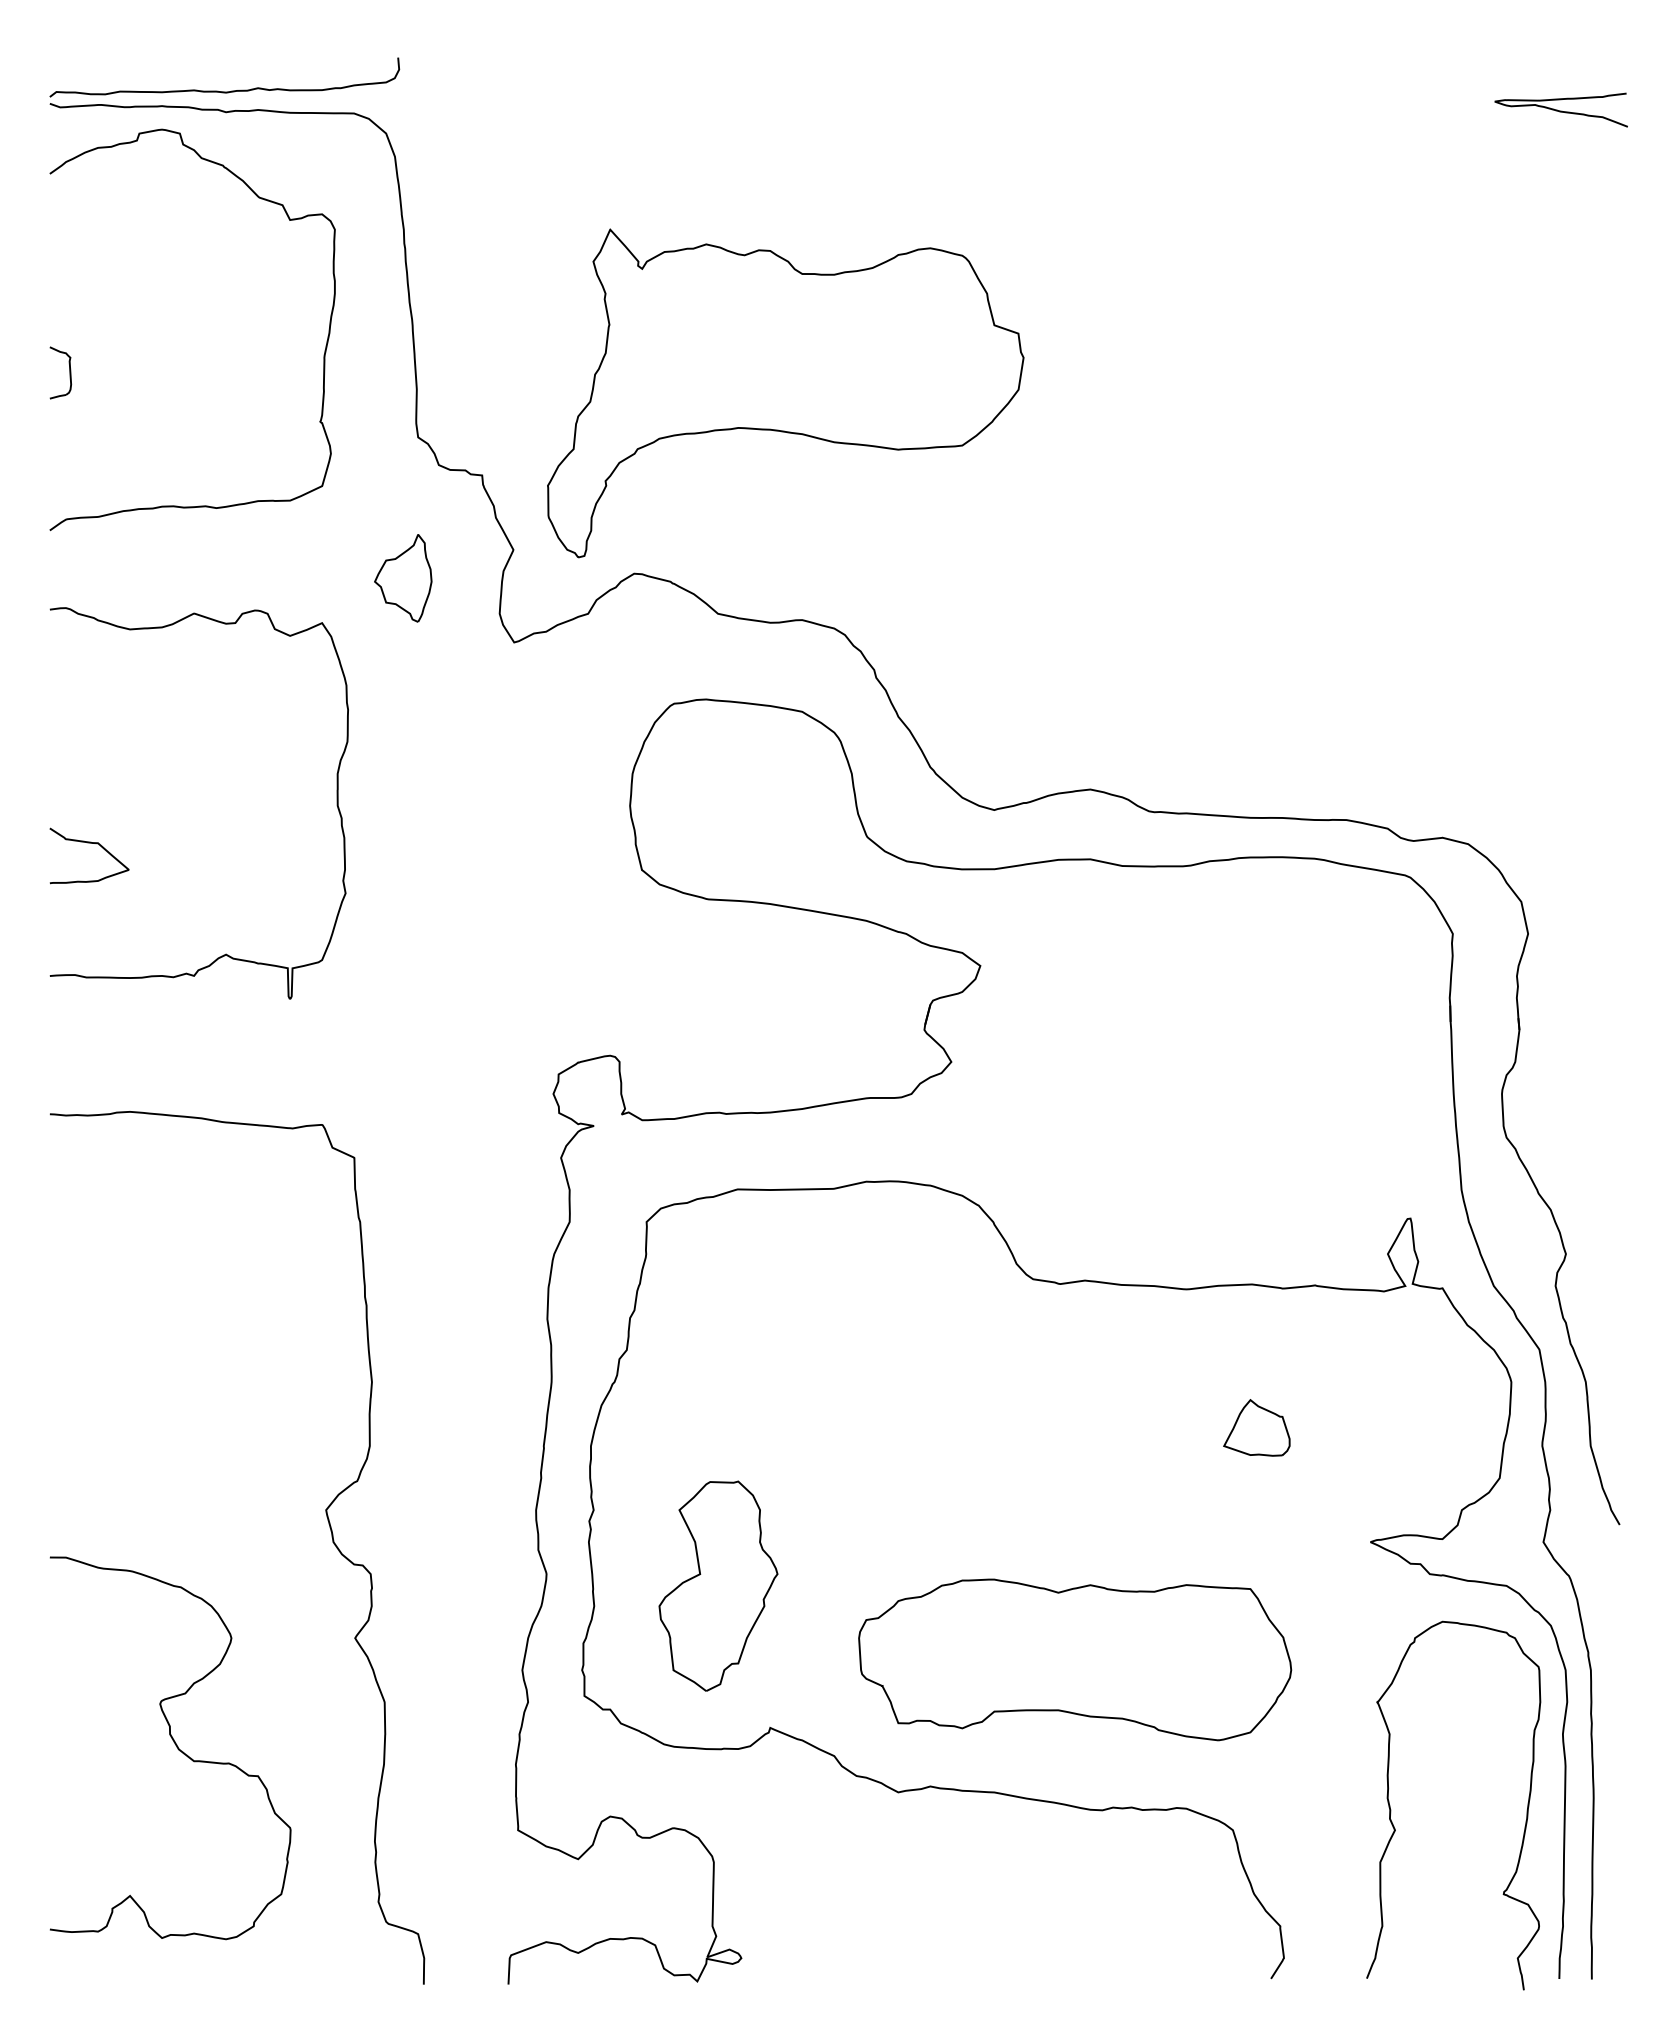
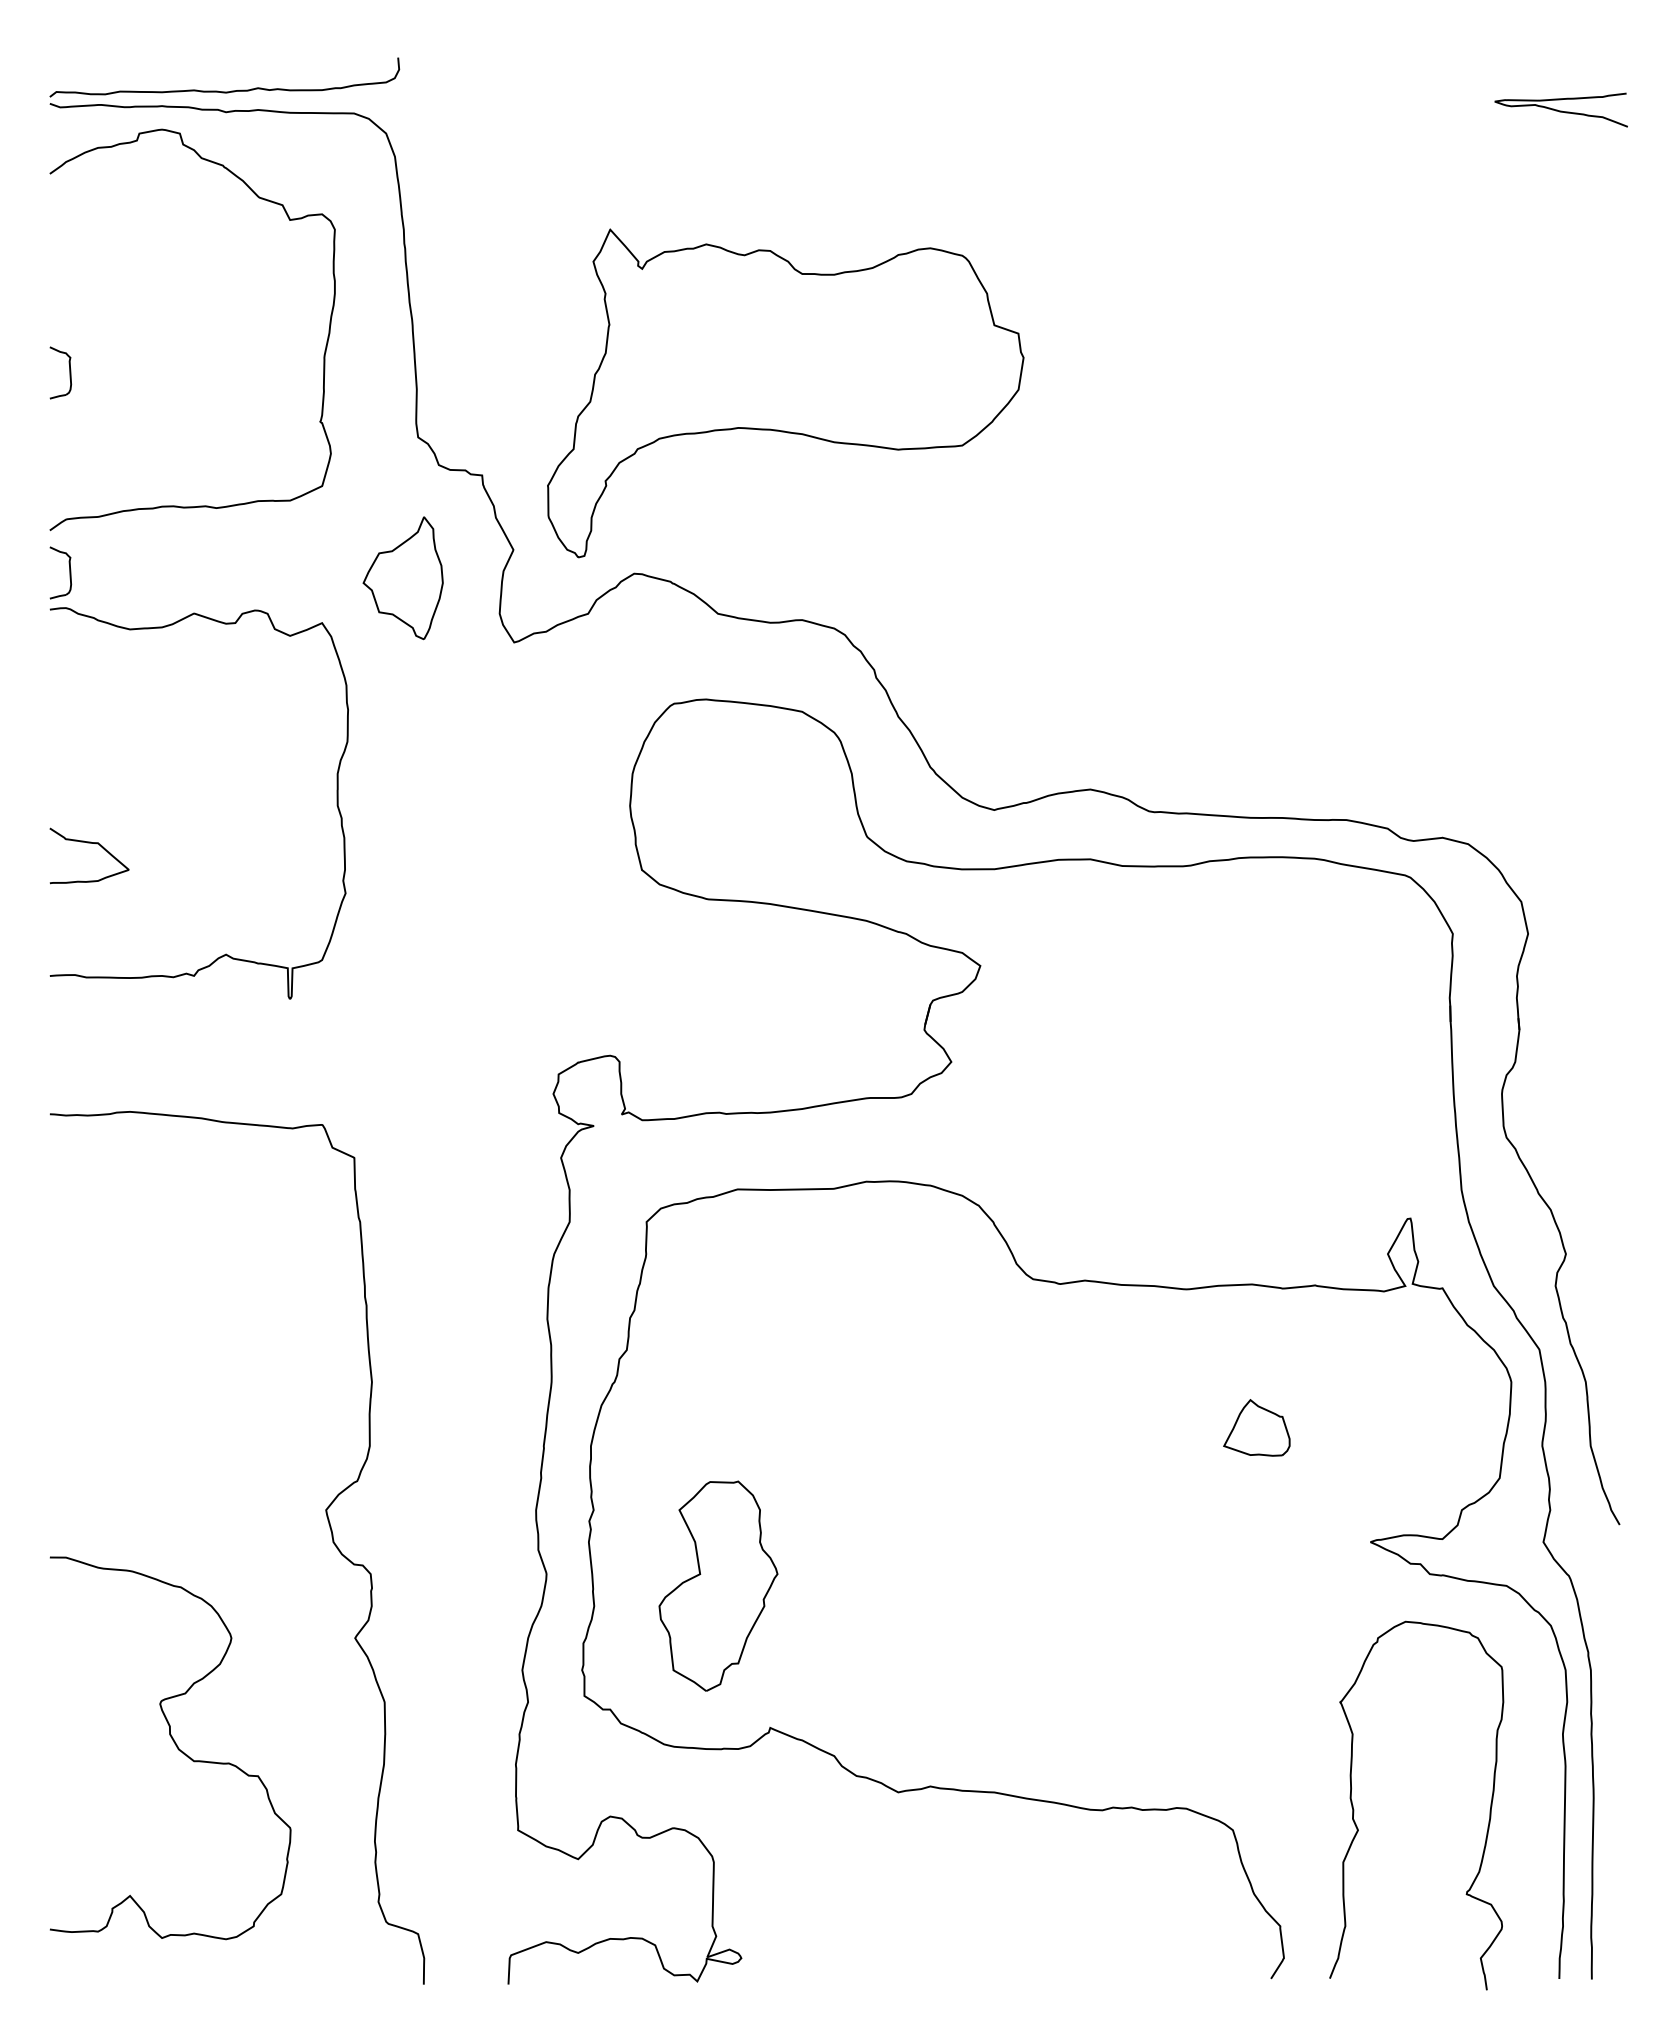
part at (69, 572): none -> present
part at (403, 578) size: 59x89 px -> 82x125 px
part at (1075, 1659): present -> none
curve at (1391, 1809) position: (1391, 1809) -> (1354, 1809)
